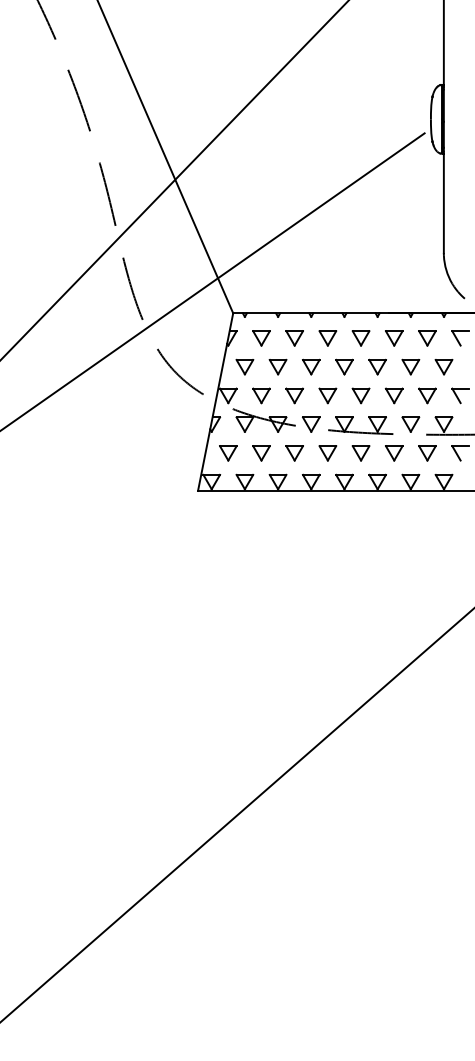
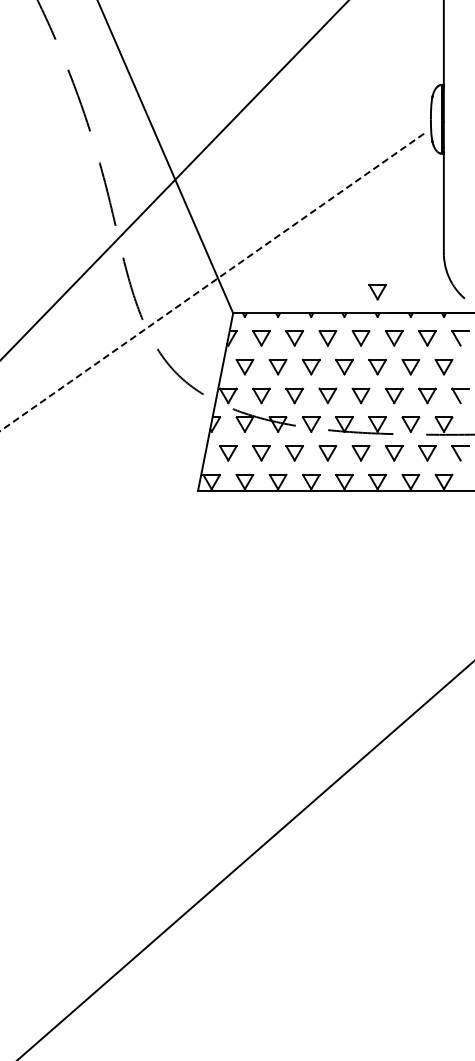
line at (212, 282): solid -> dashed
part at (377, 291): none -> present
line at (236, 815) position: (236, 815) -> (245, 860)
